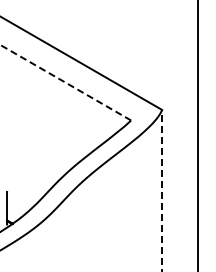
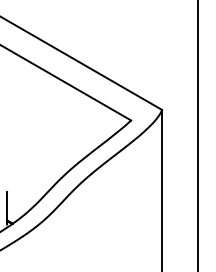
line at (65, 82): dashed -> solid
line at (162, 190): dashed -> solid
